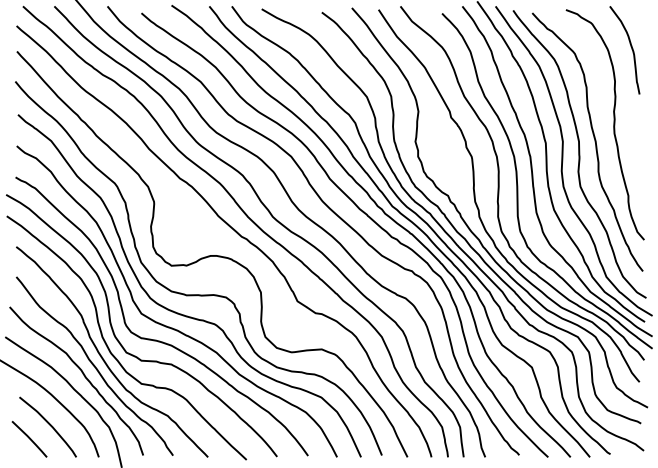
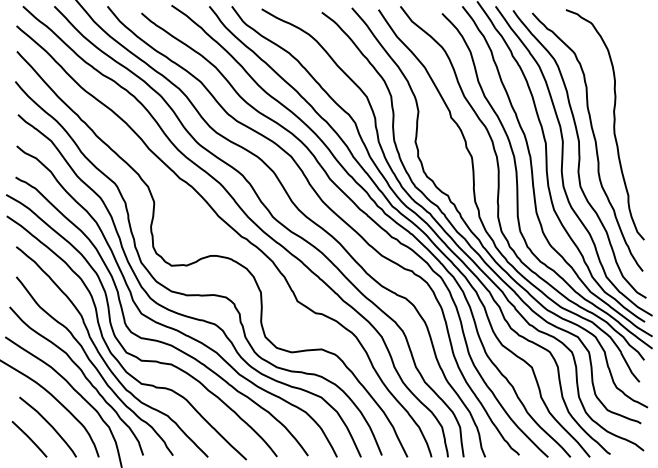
curve at (631, 49): present -> none
